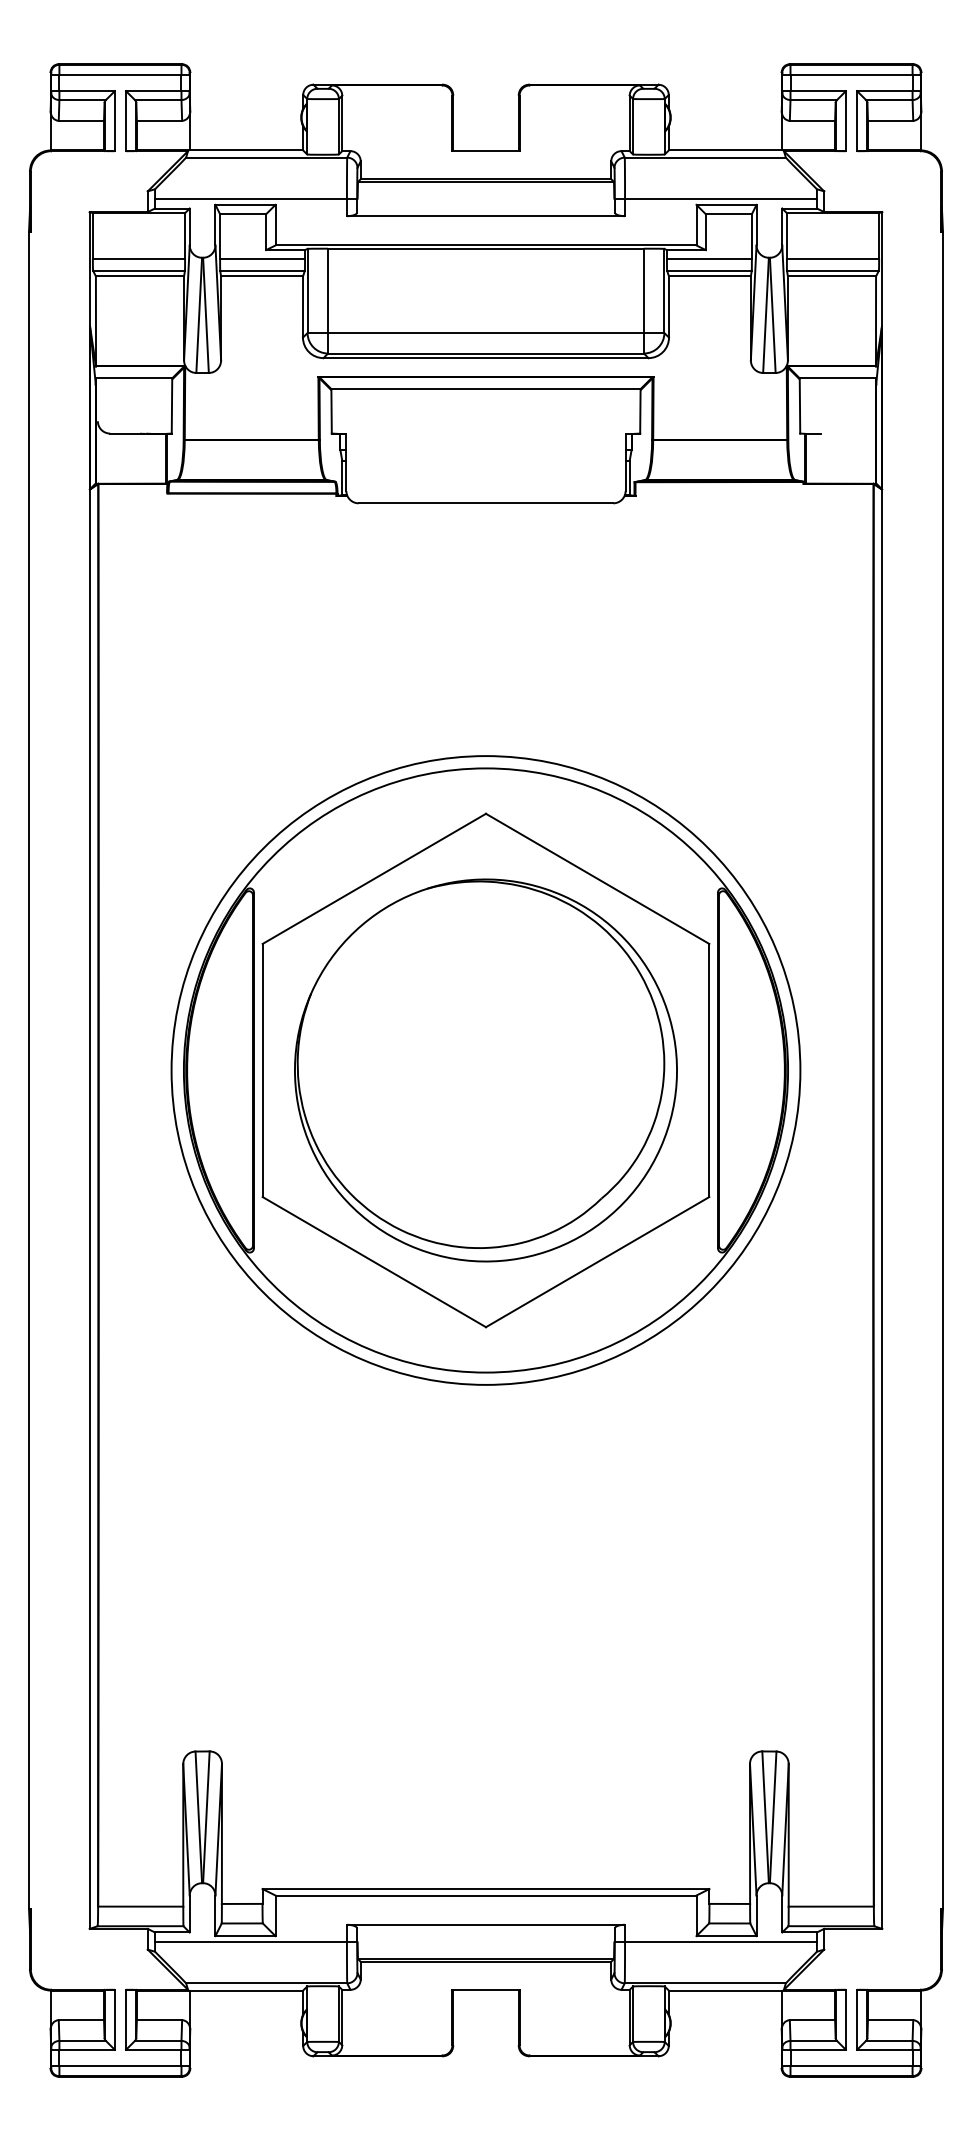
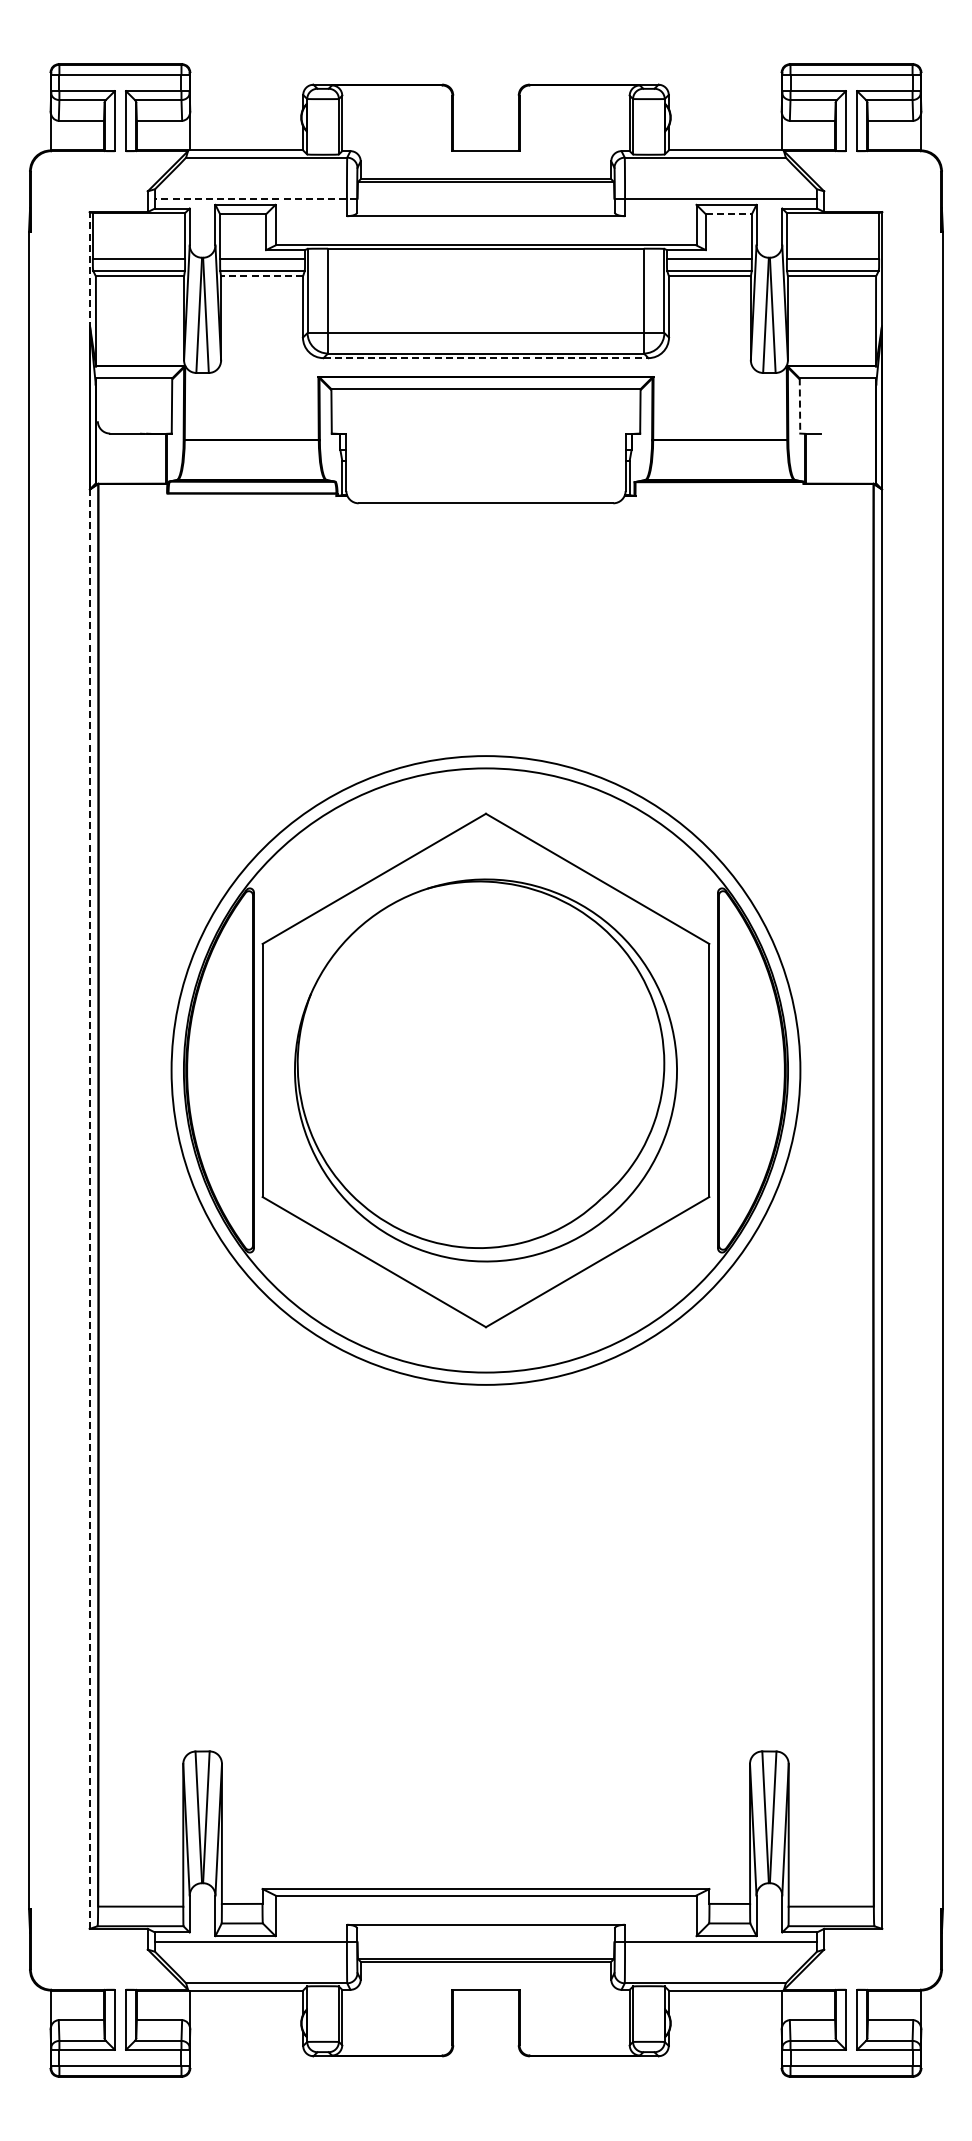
line at (255, 198): solid -> dashed
line at (729, 214): solid -> dashed
line at (262, 276): solid -> dashed
line at (486, 358): solid -> dashed
line at (799, 405): solid -> dashed
line at (89, 1070): solid -> dashed
